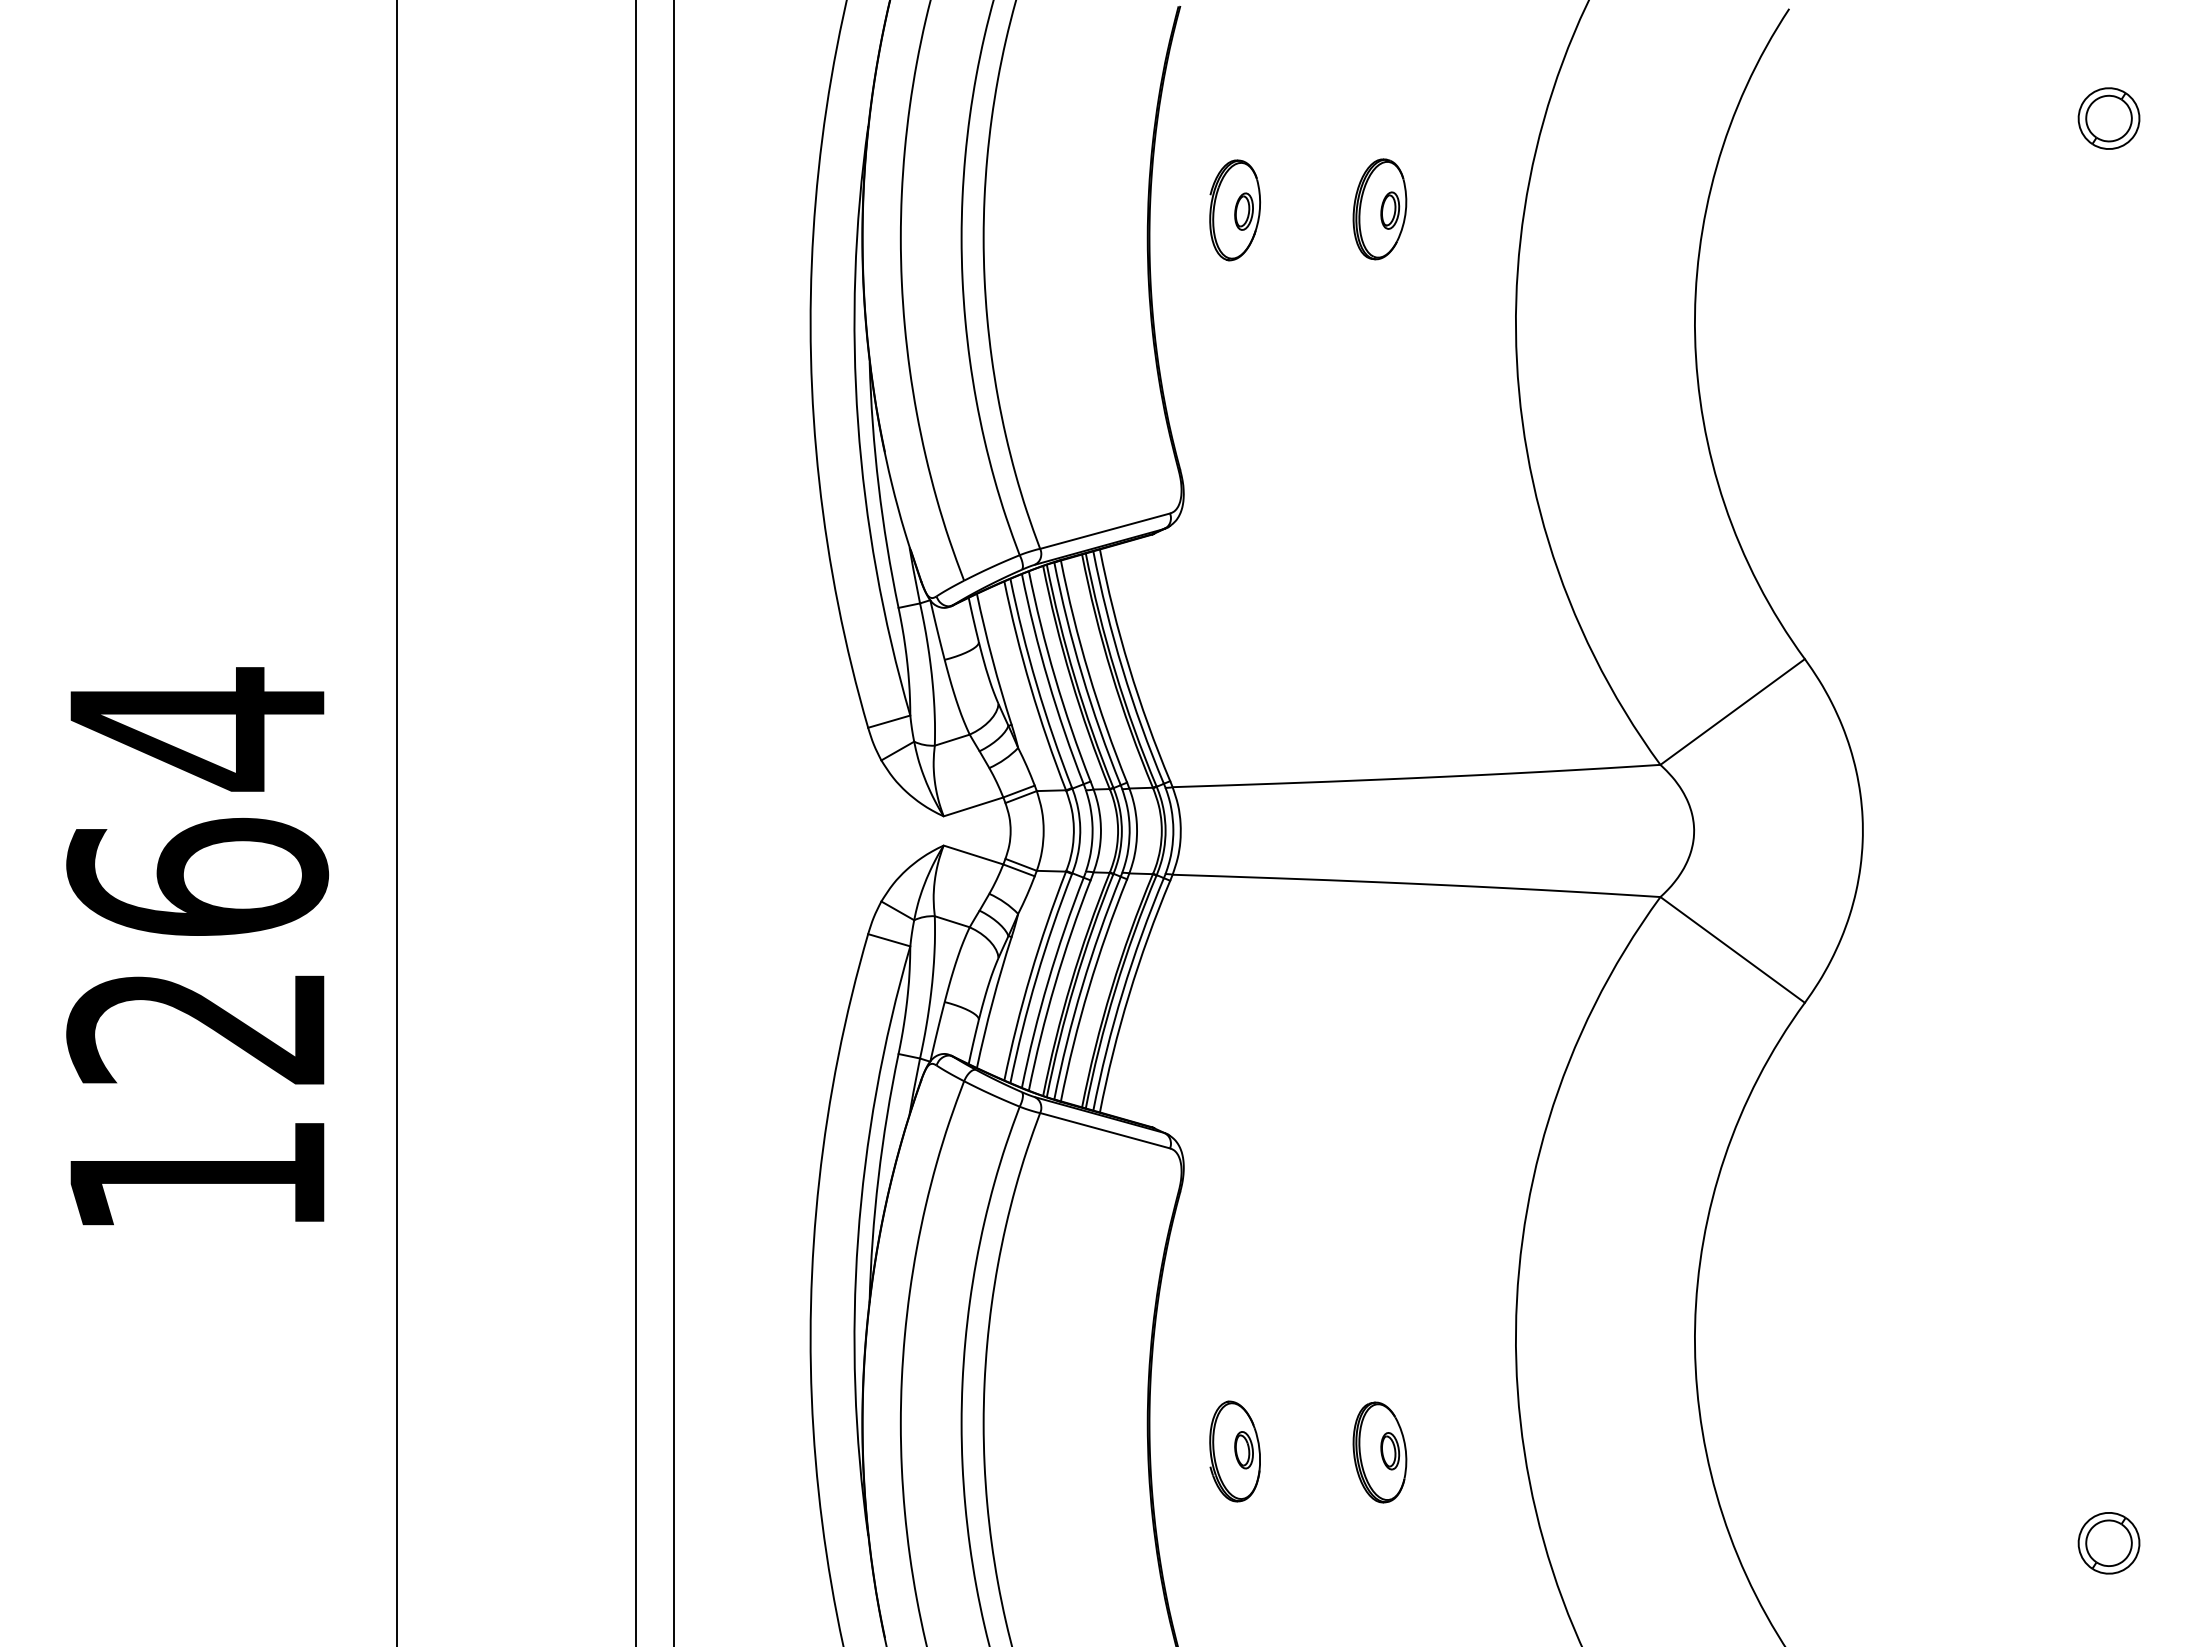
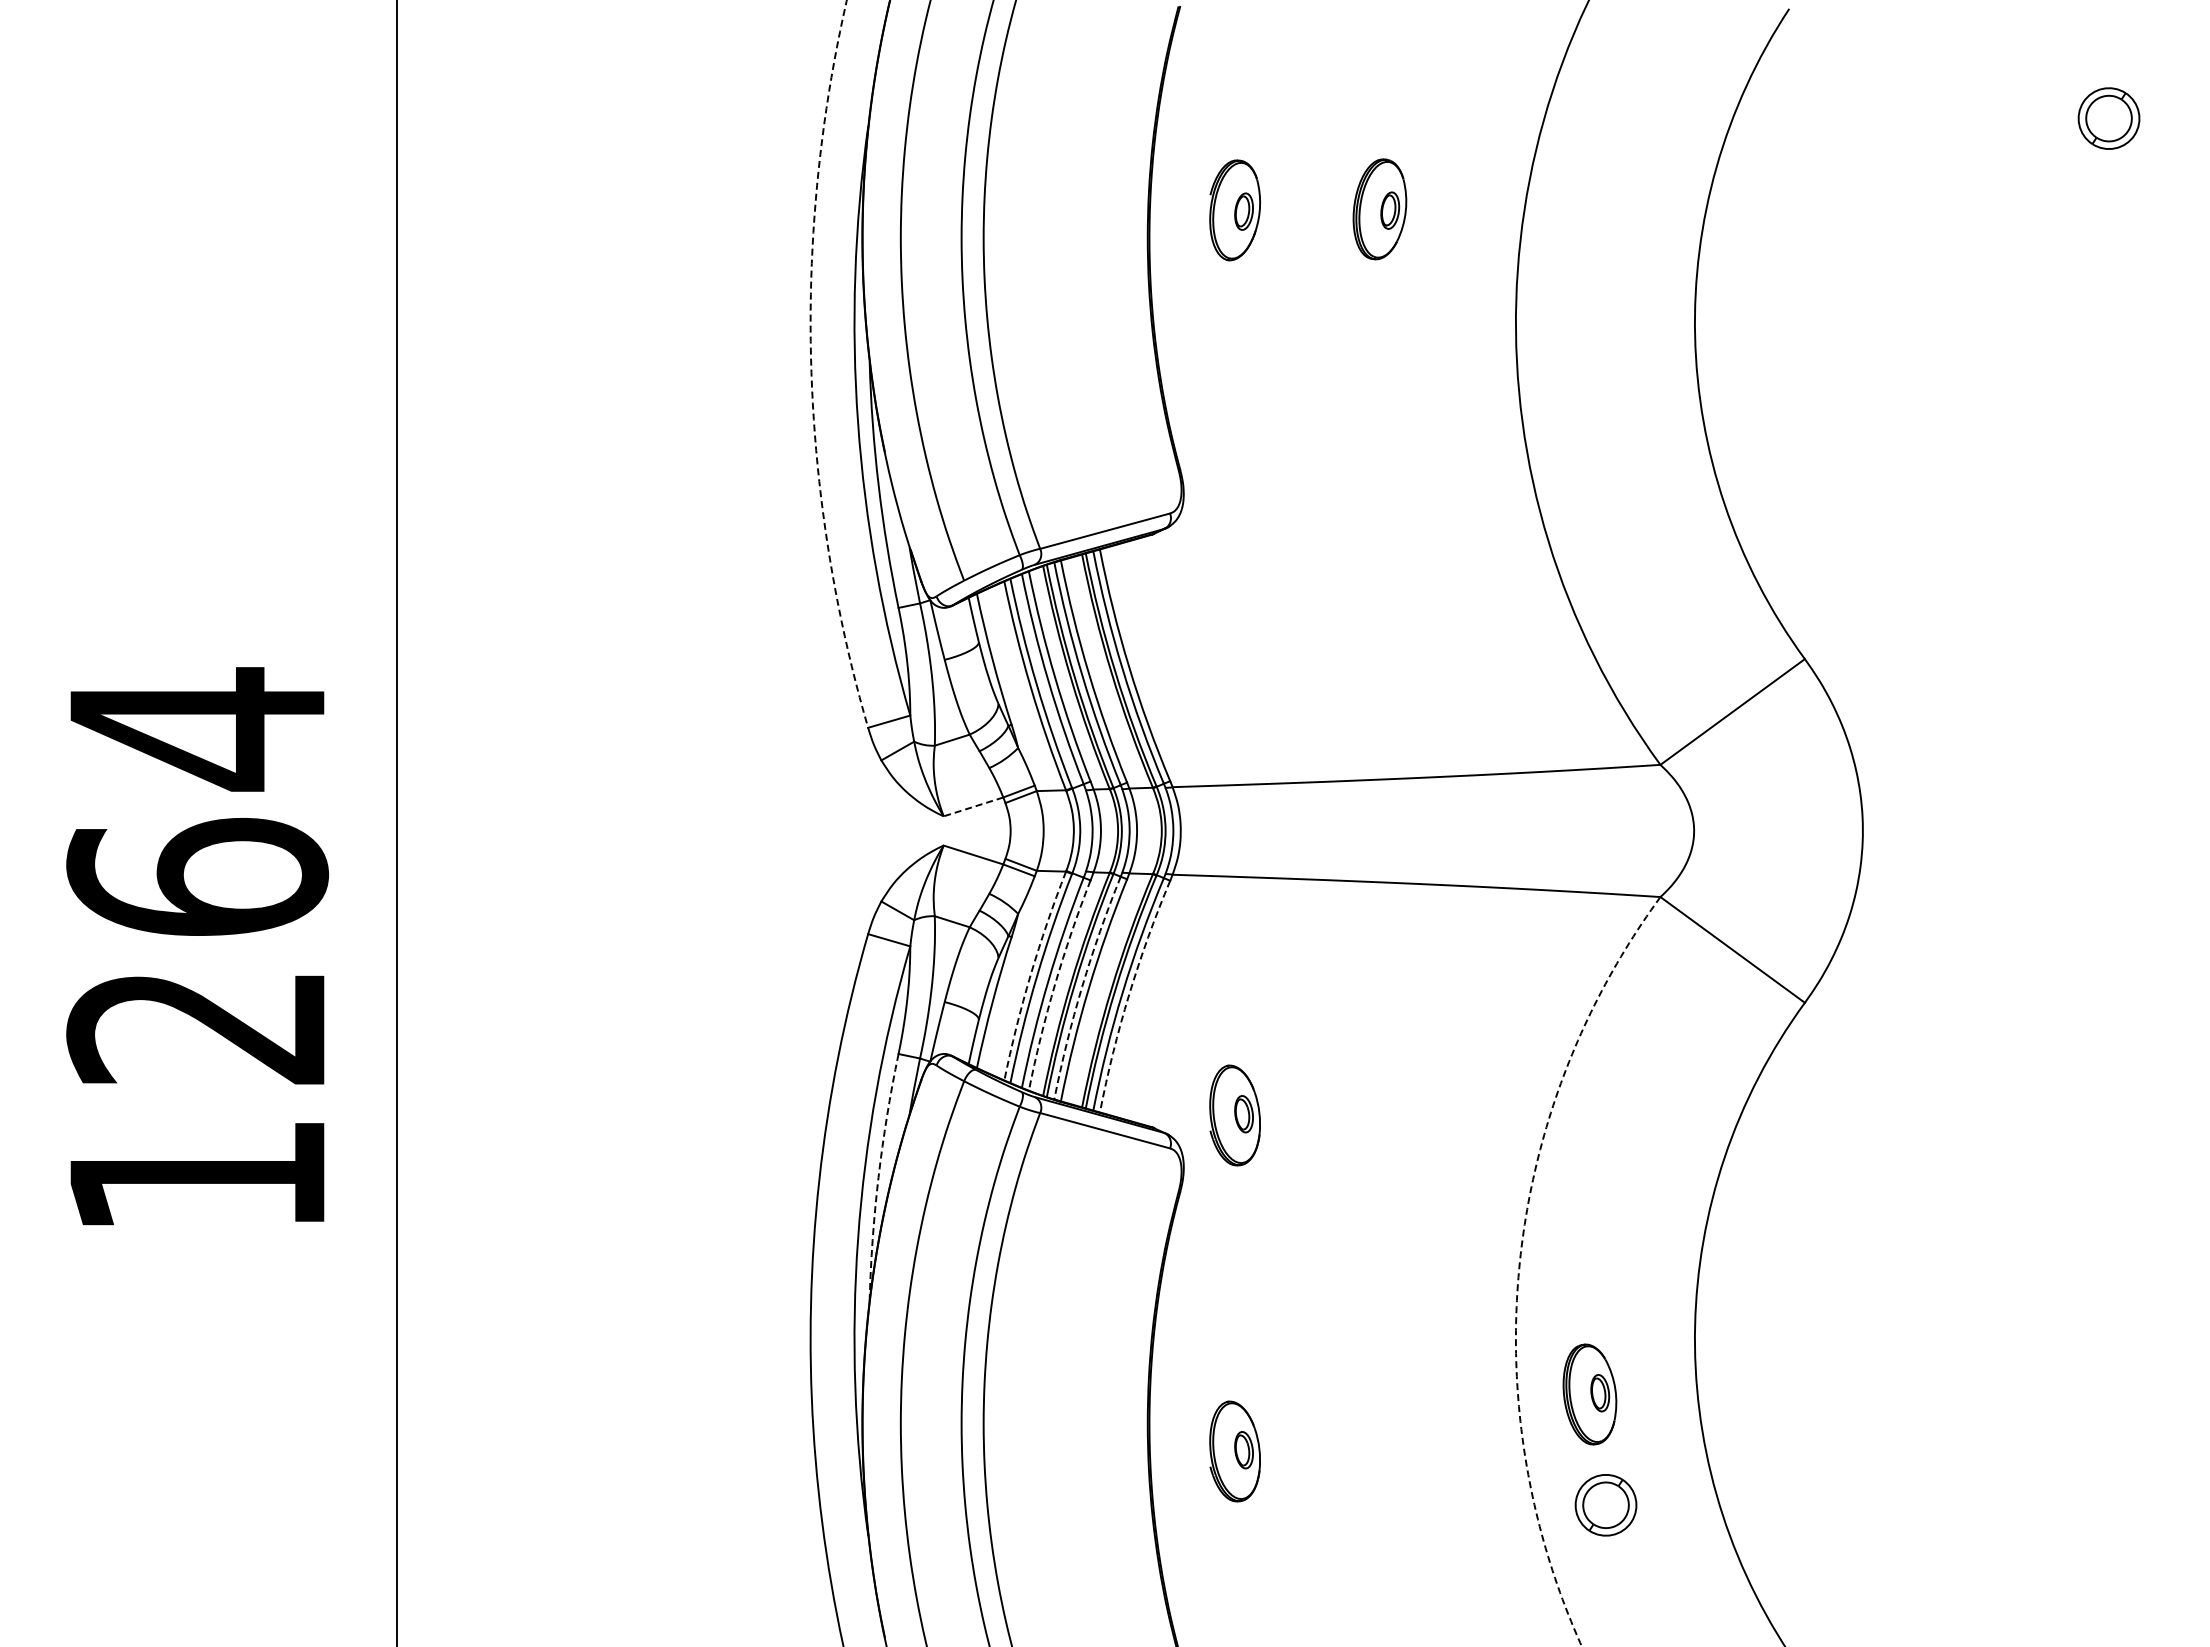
arc at (811, 363): solid -> dashed
line at (973, 807): solid -> dashed
line at (635, 822): present -> none
line at (673, 822): present -> none
arc at (1030, 974): solid -> dashed
arc at (1055, 984): solid -> dashed
arc at (1082, 986): solid -> dashed
arc at (1129, 994): solid -> dashed
part at (1234, 1115): none -> present
arc at (878, 1177): solid -> dashed
arc at (1520, 1262): solid -> dashed
part at (1379, 1452) position: (1379, 1452) -> (1589, 1394)
part at (2108, 1543) position: (2108, 1543) -> (1605, 1505)
